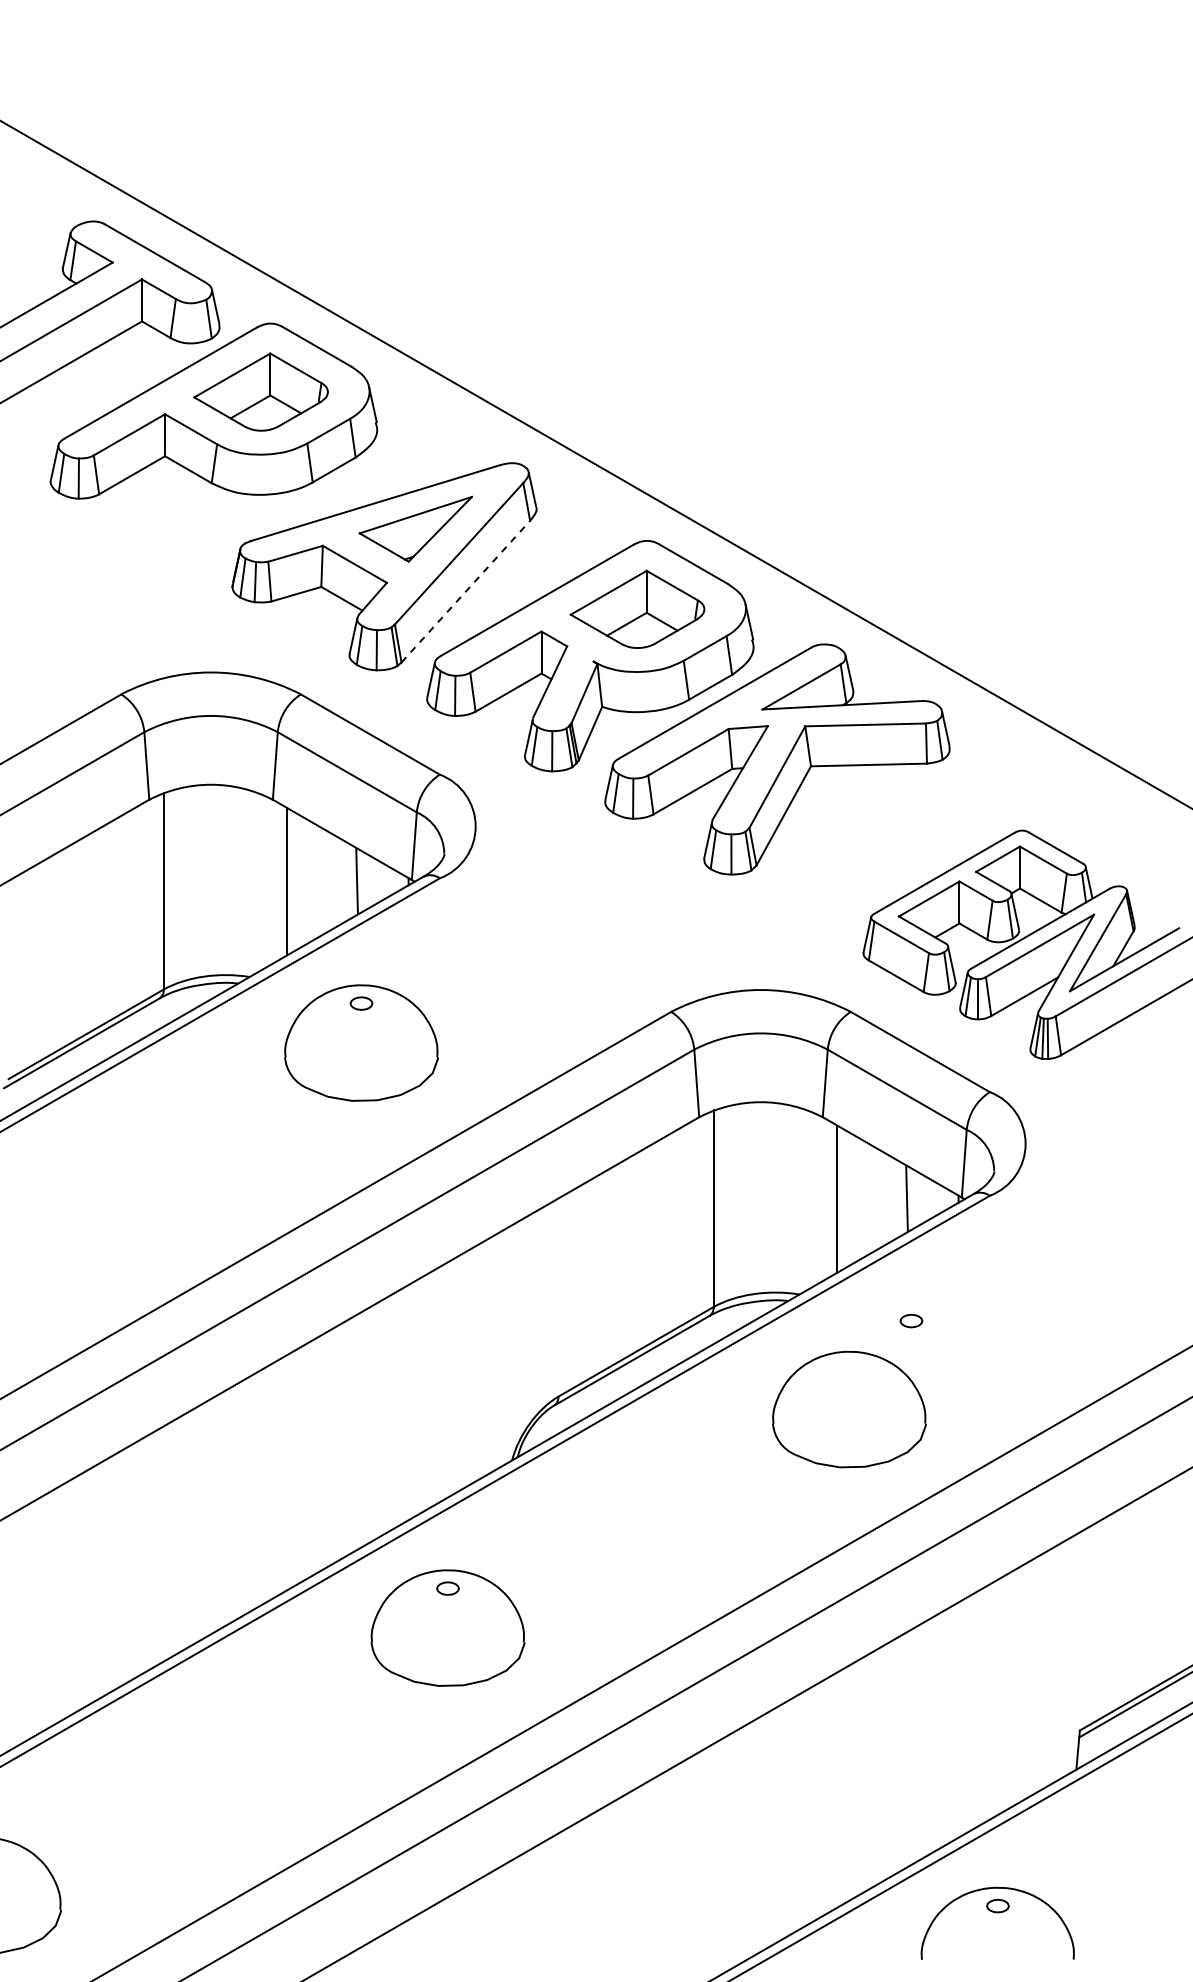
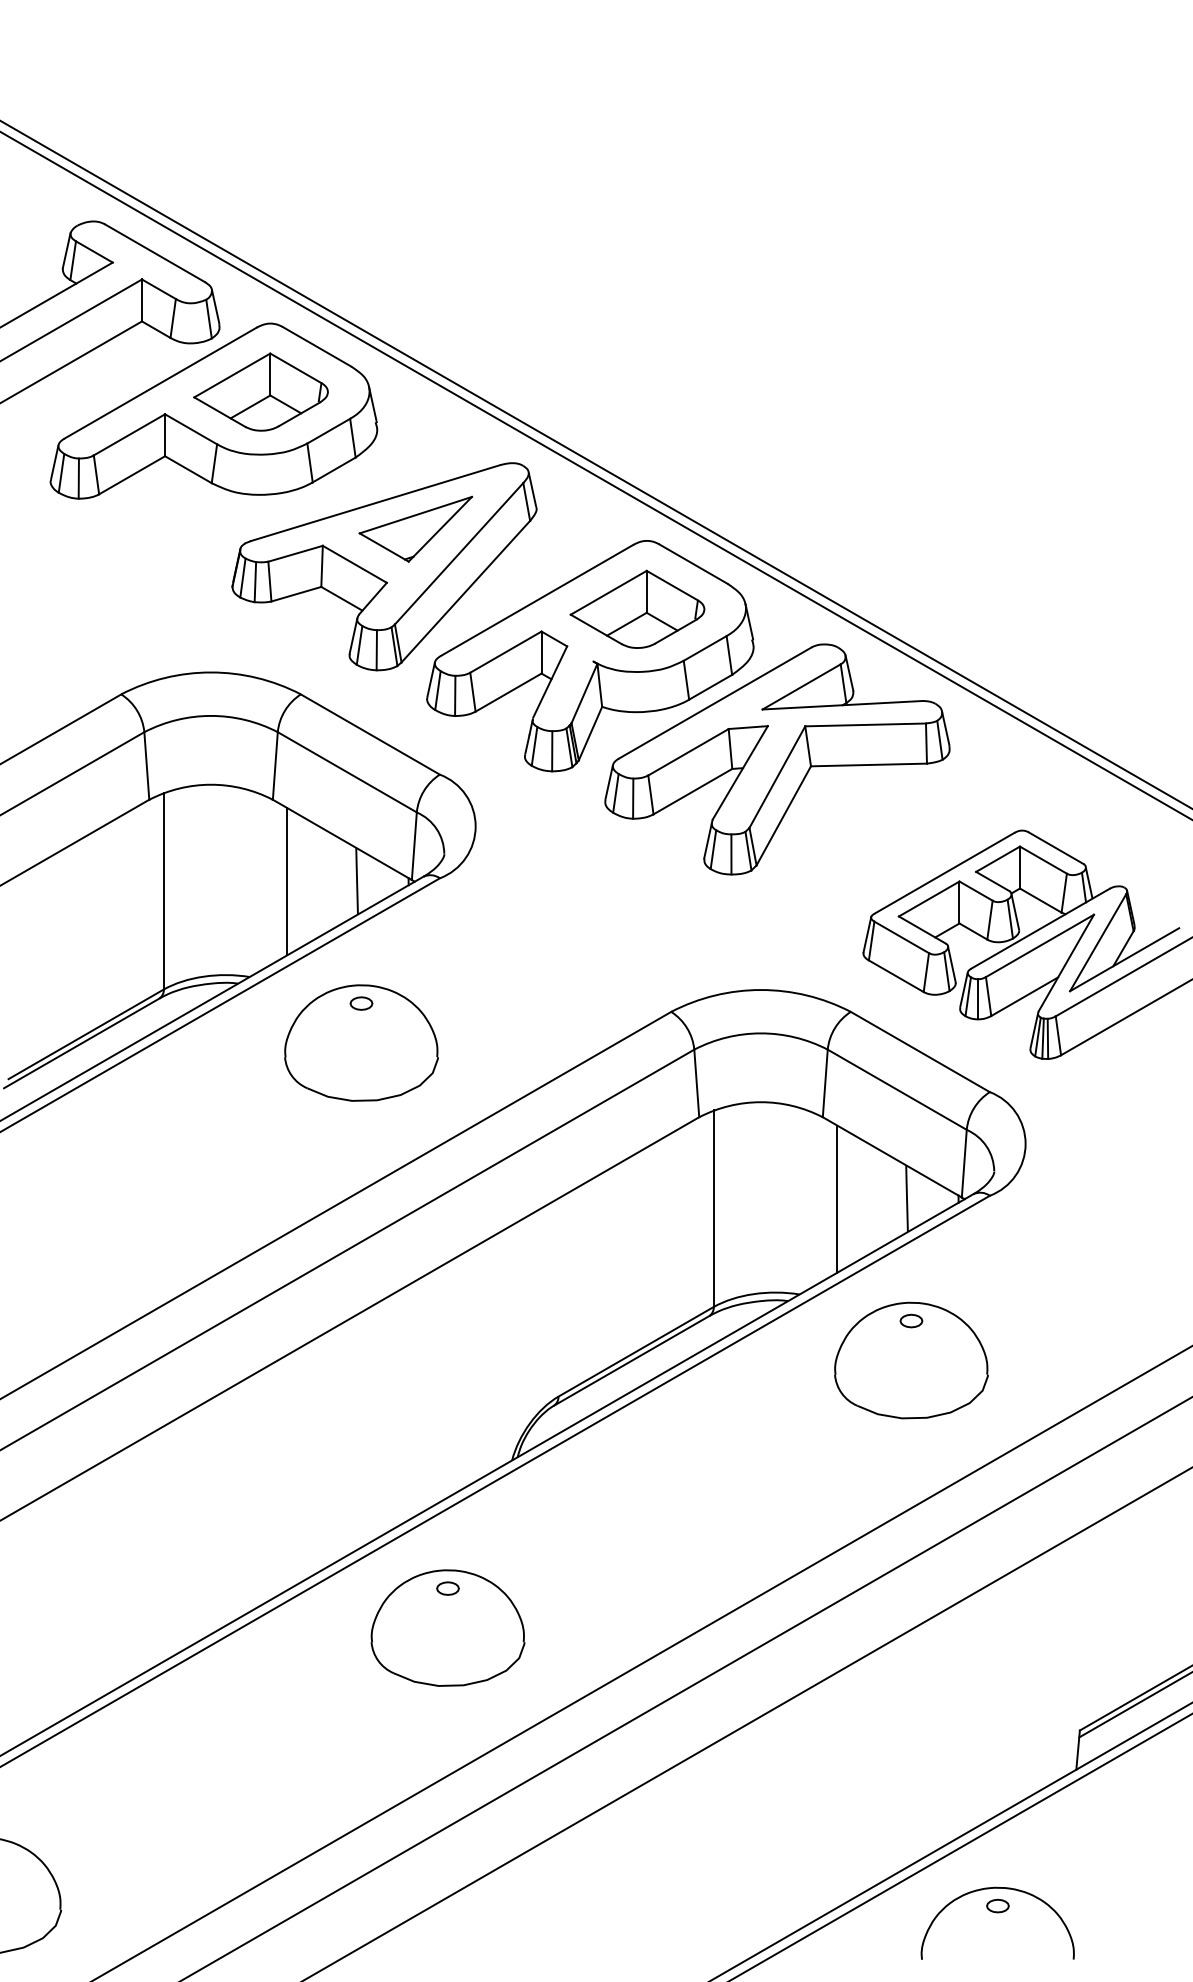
line at (595, 475): none -> present
line at (465, 591): dashed -> solid
part at (849, 1409) position: (849, 1409) -> (911, 1360)
